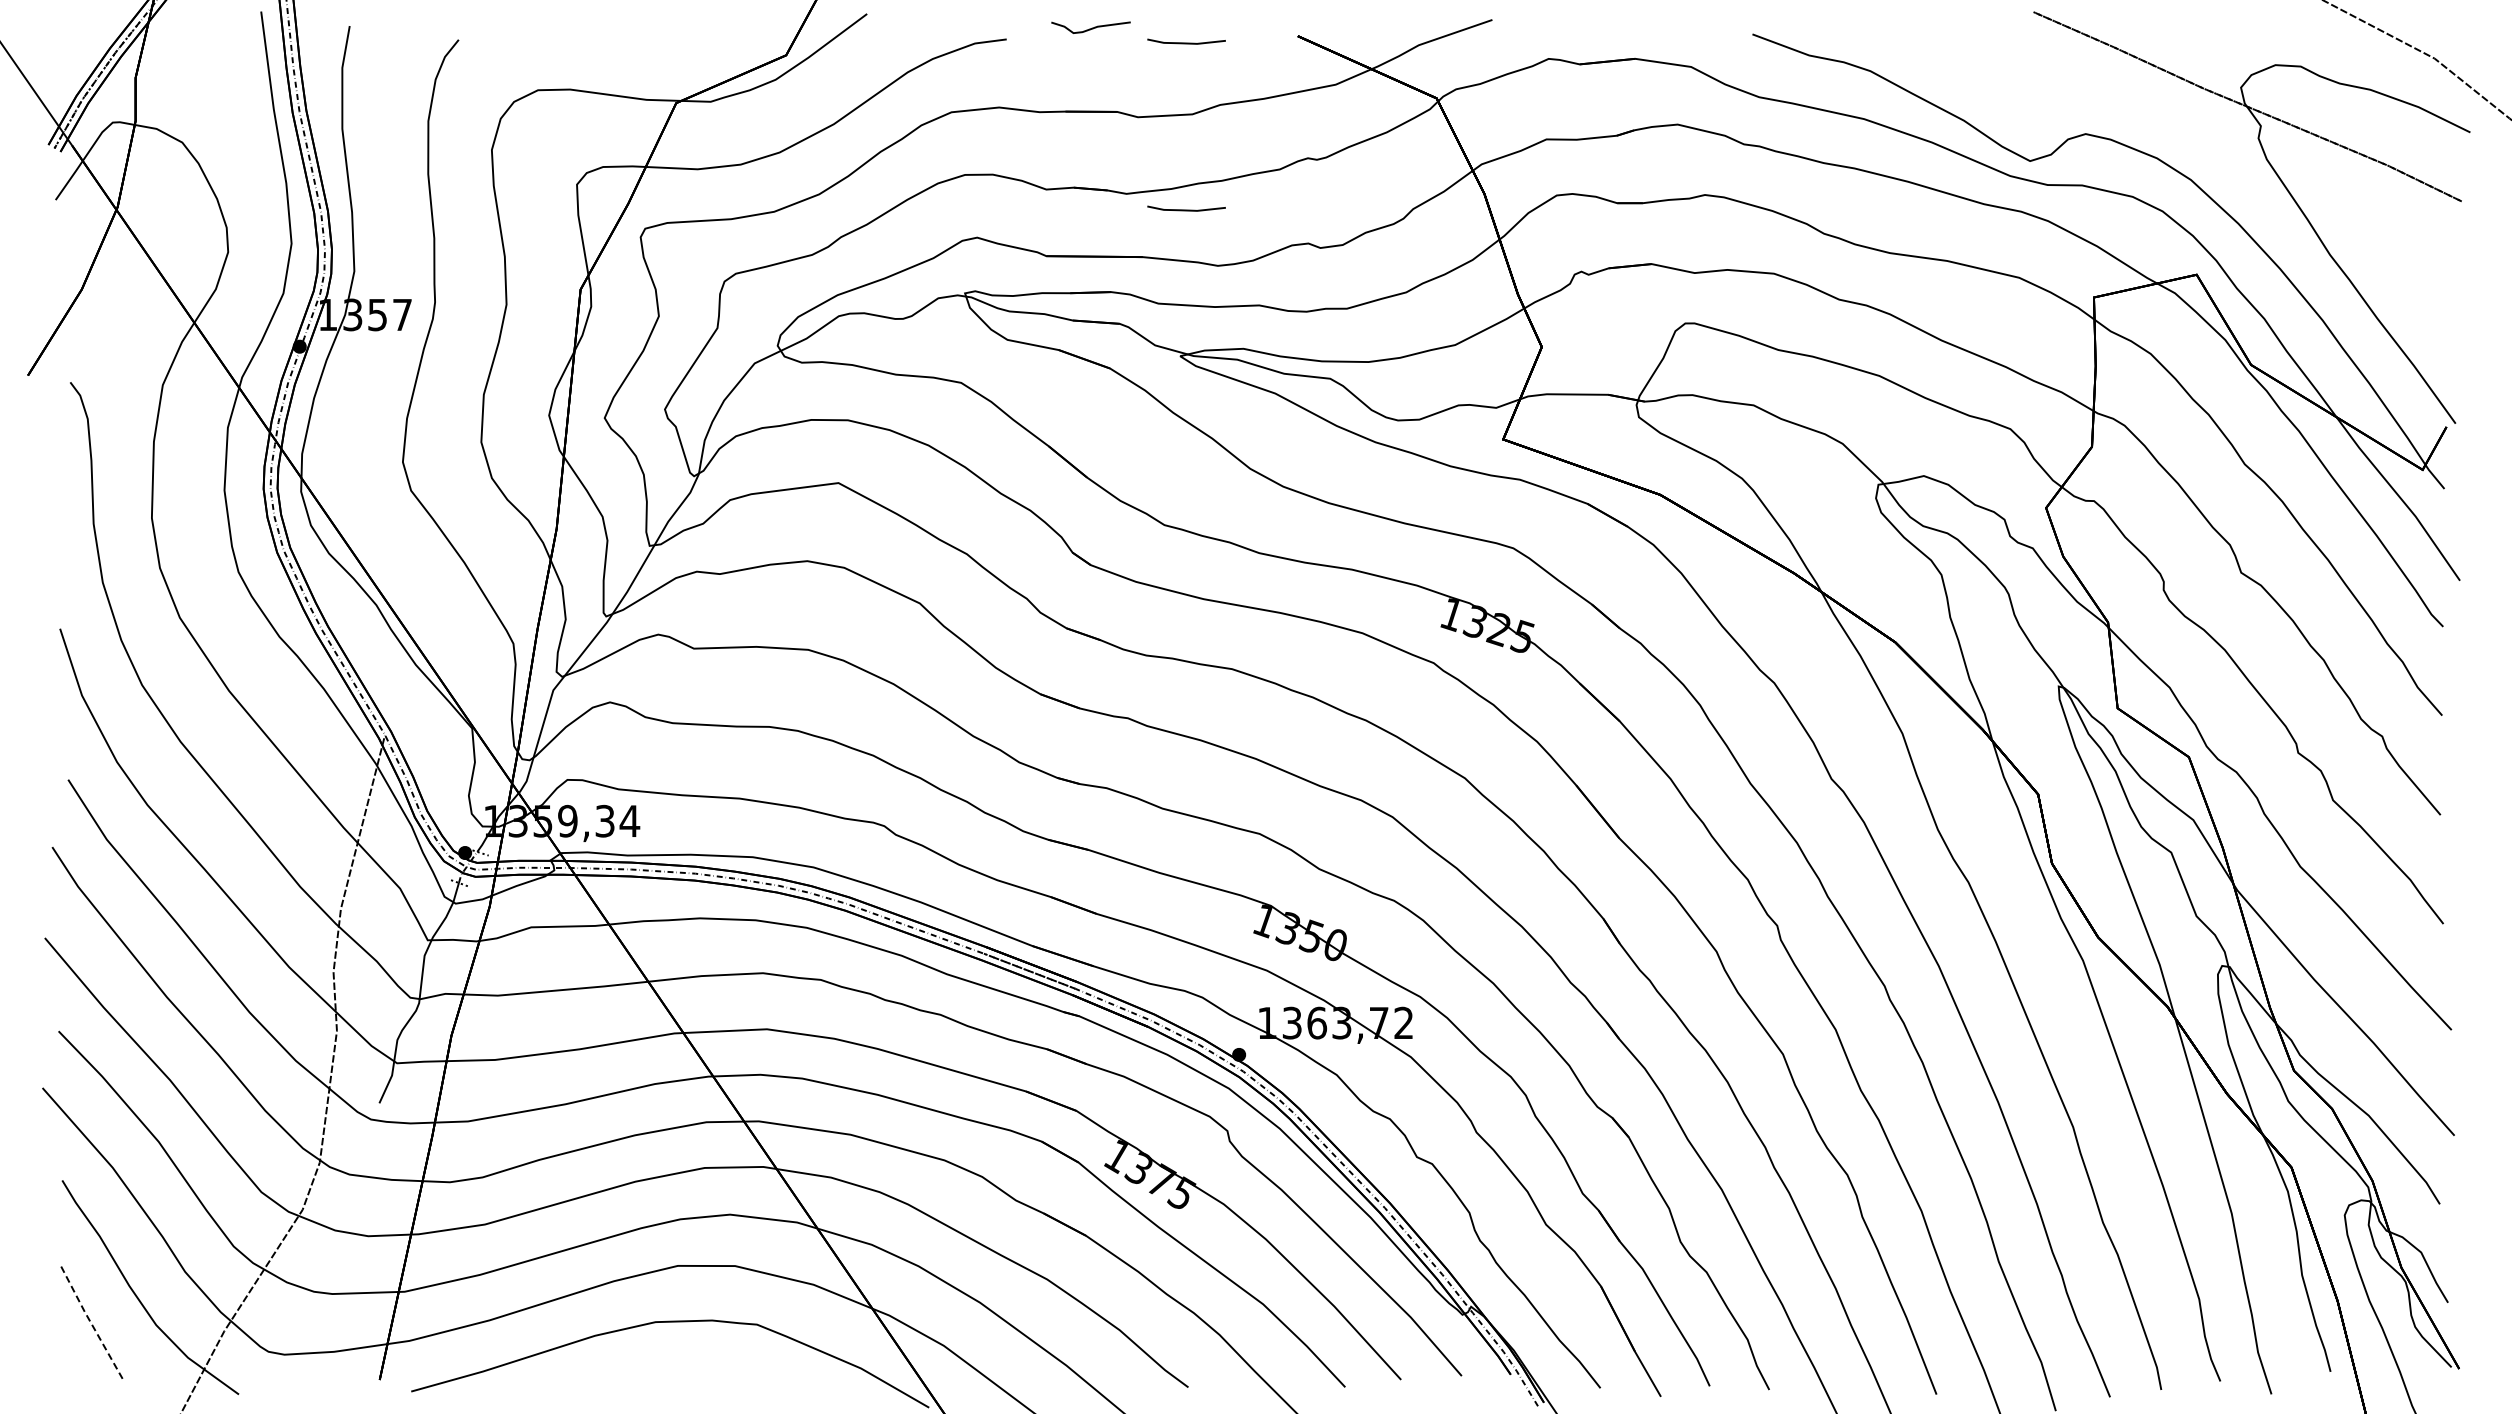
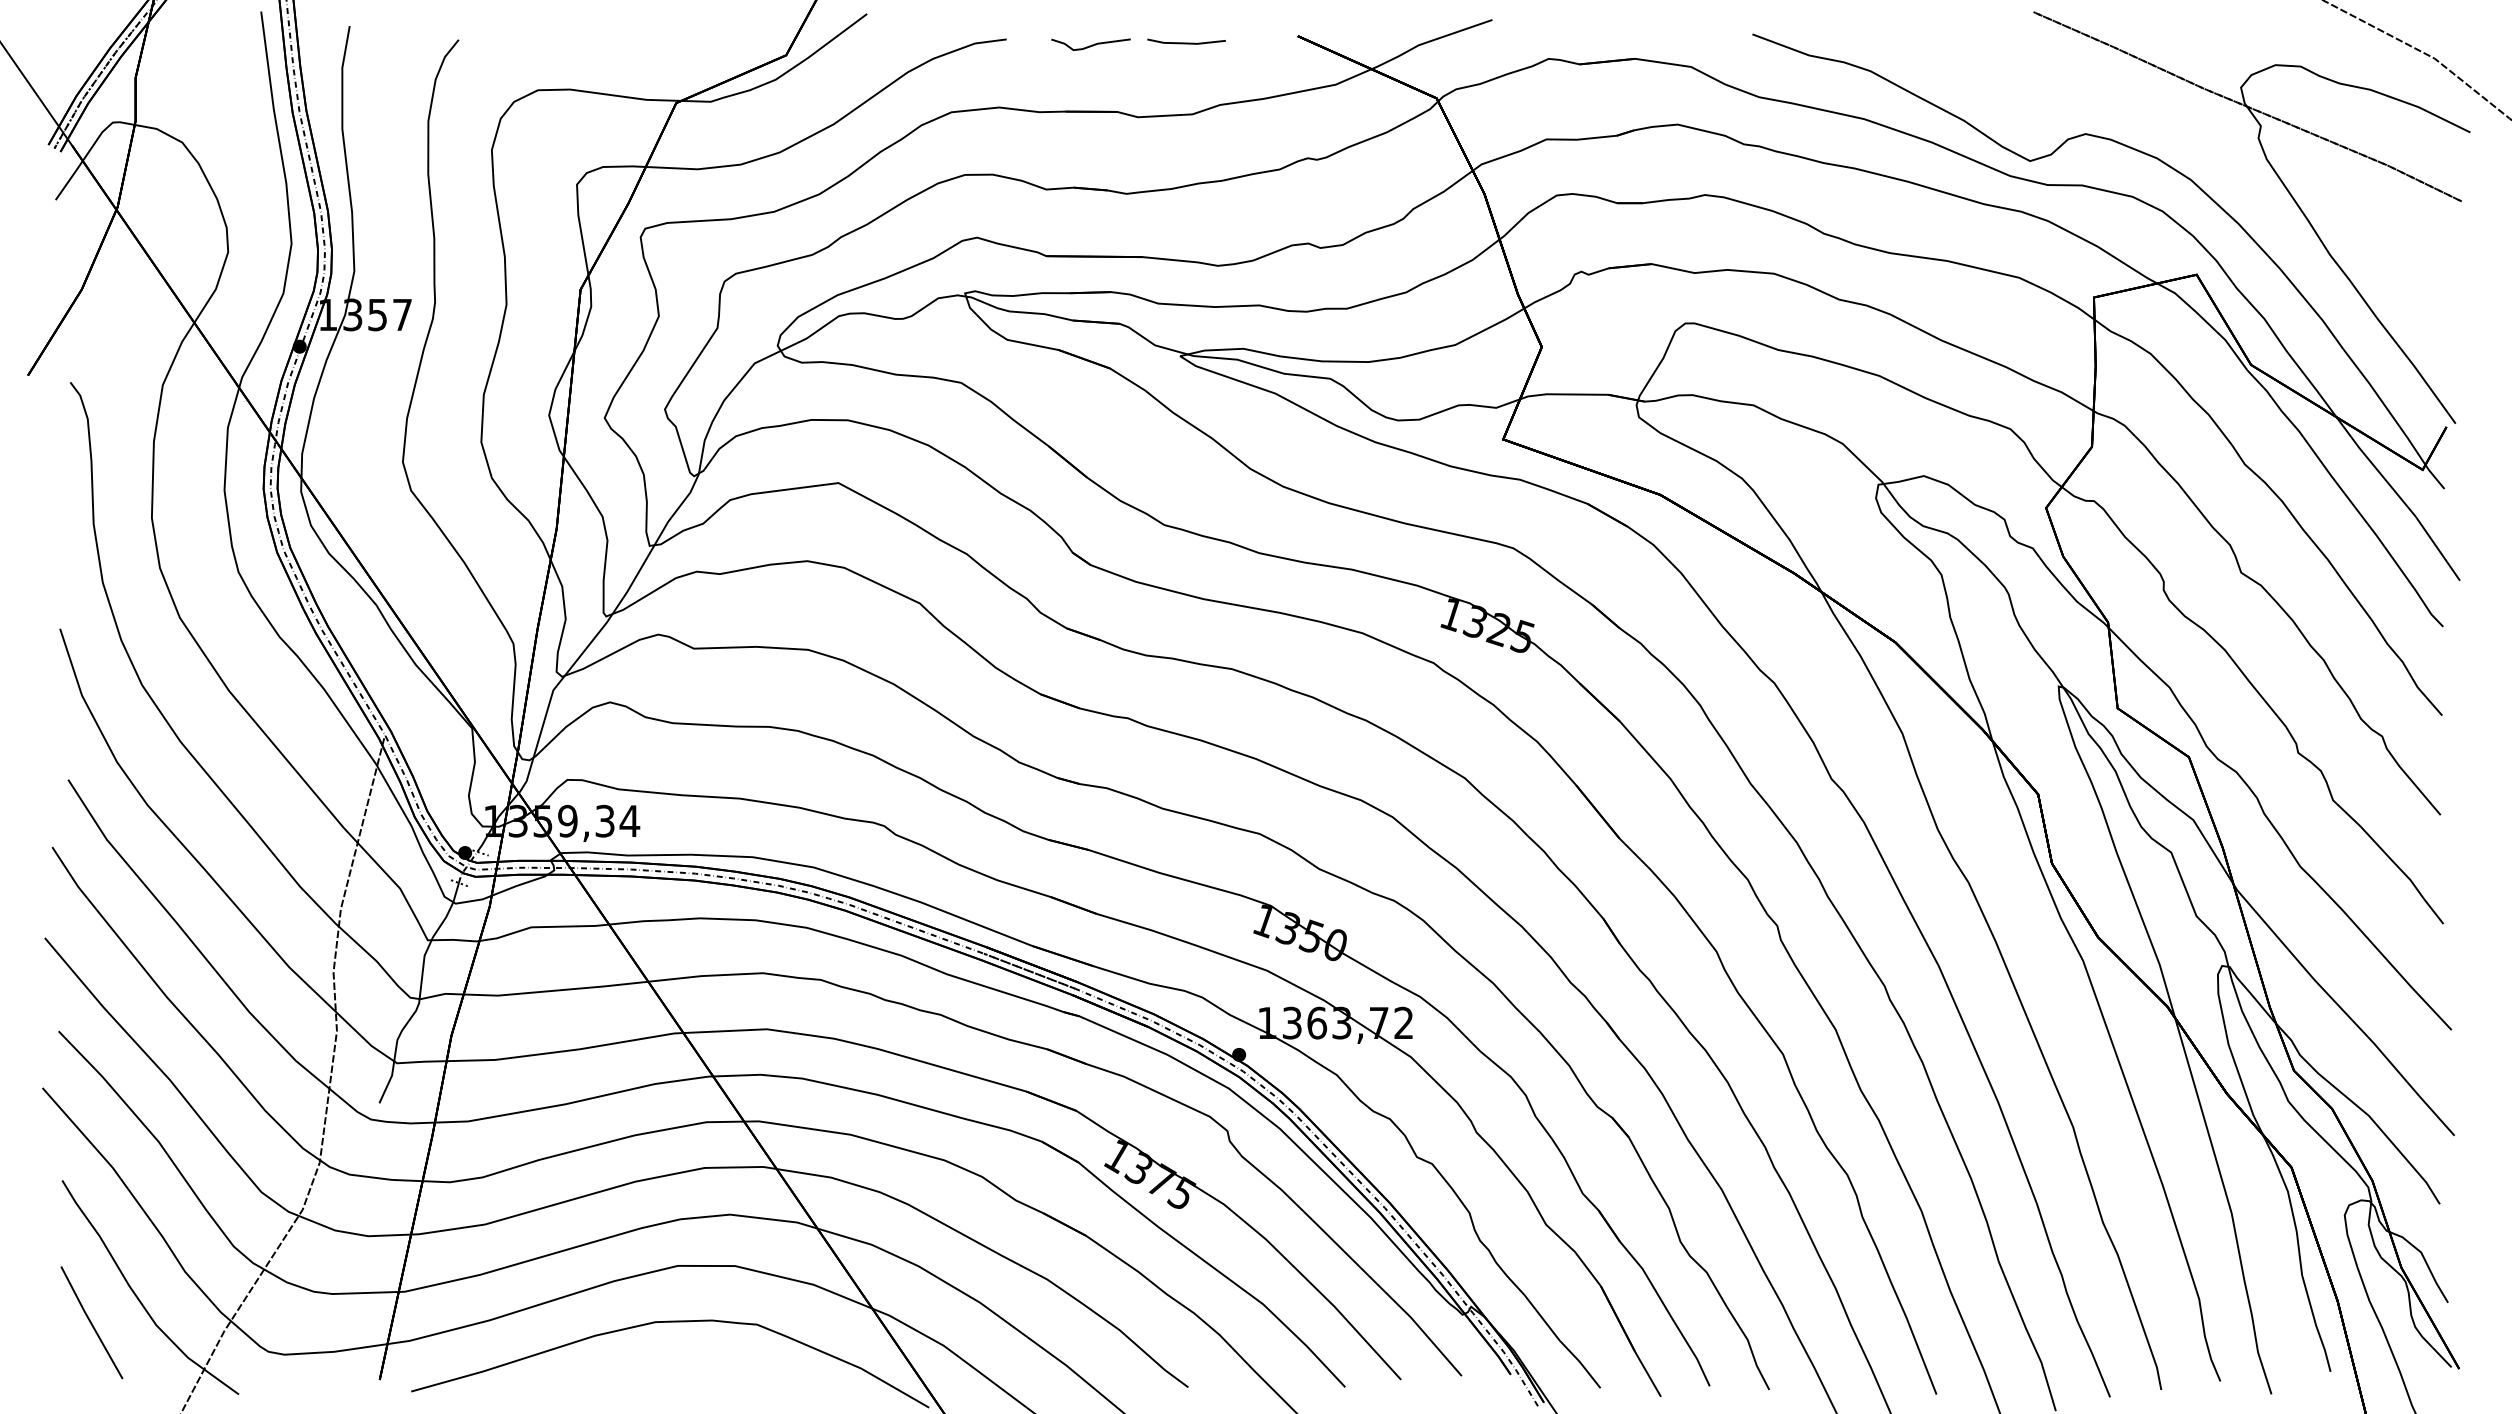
curve at (1090, 28) position: (1090, 28) -> (1090, 45)
line at (1186, 209): present -> none
line at (91, 1323): dashed -> solid
